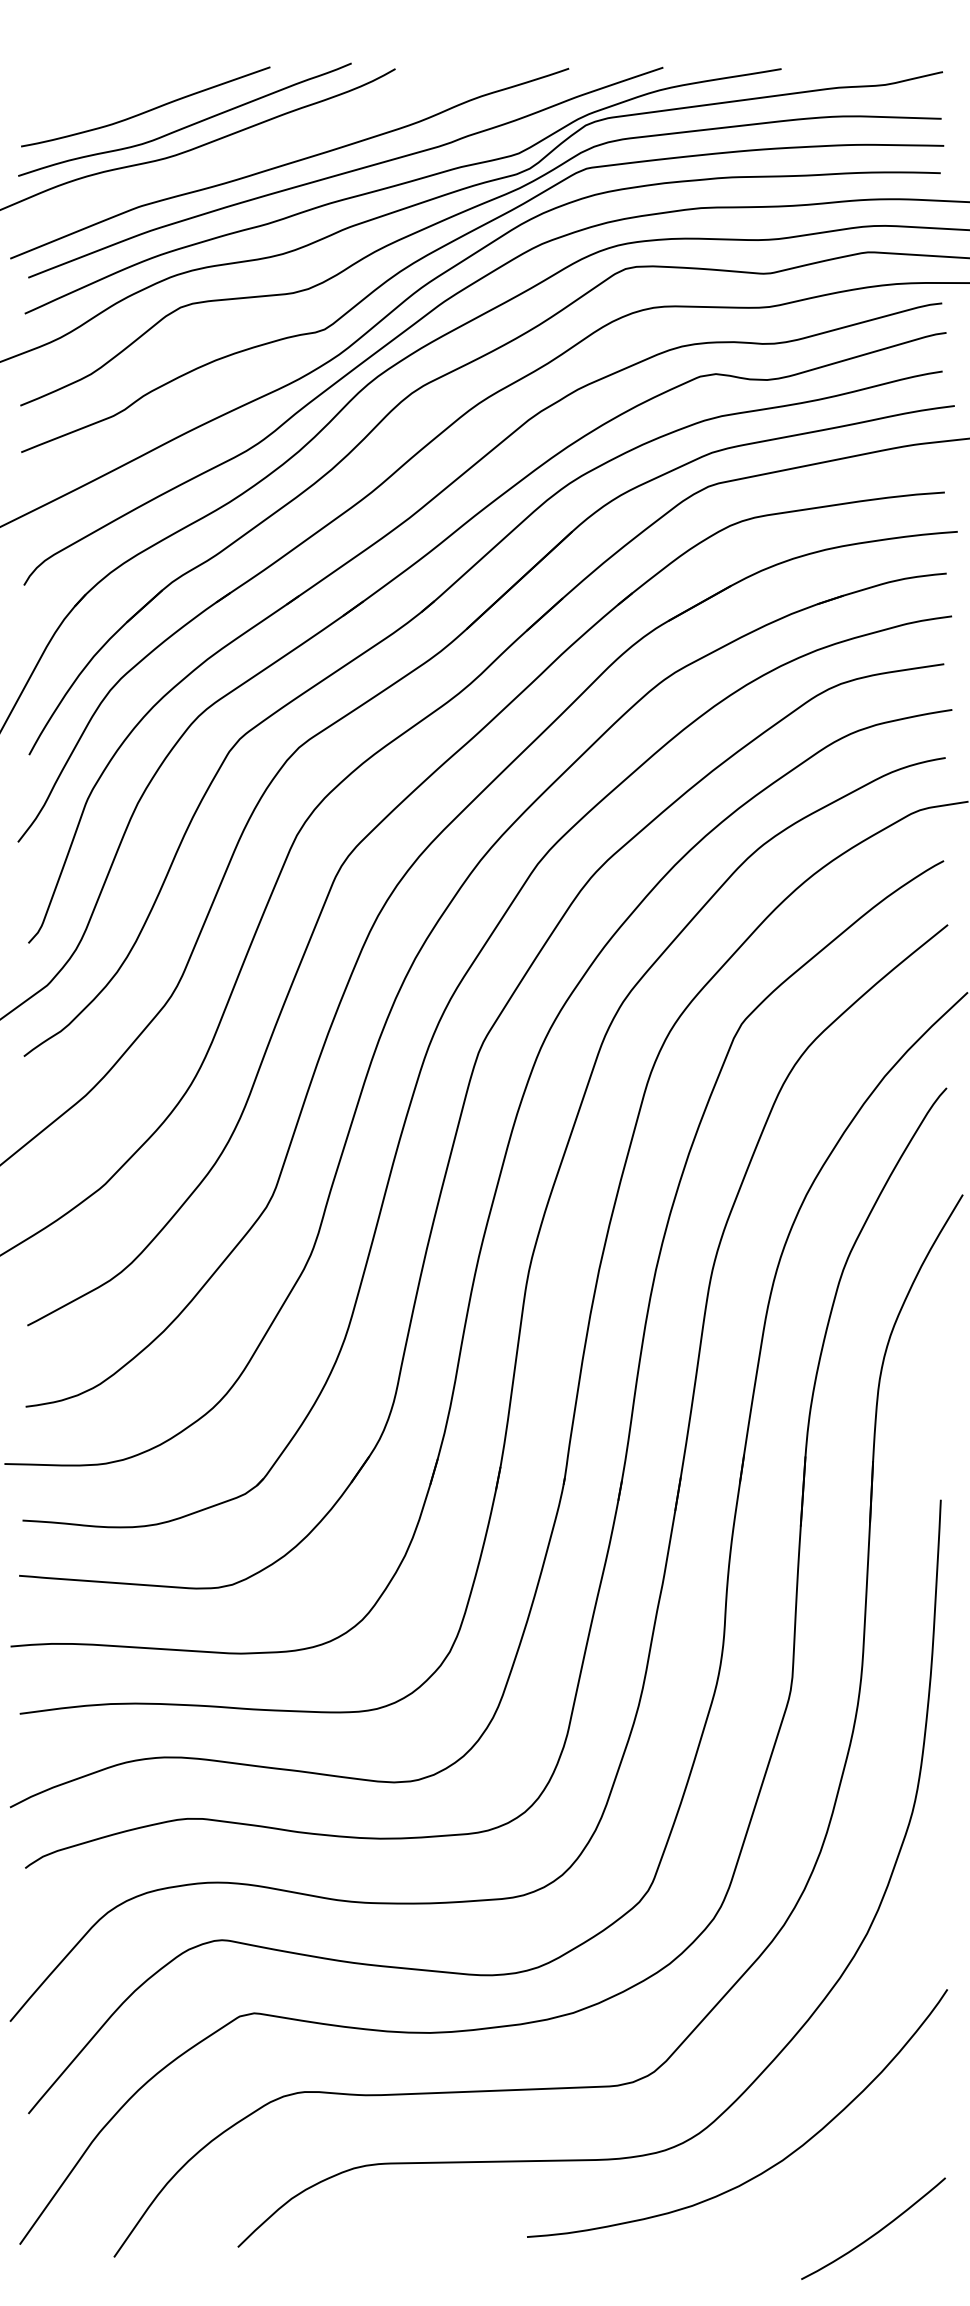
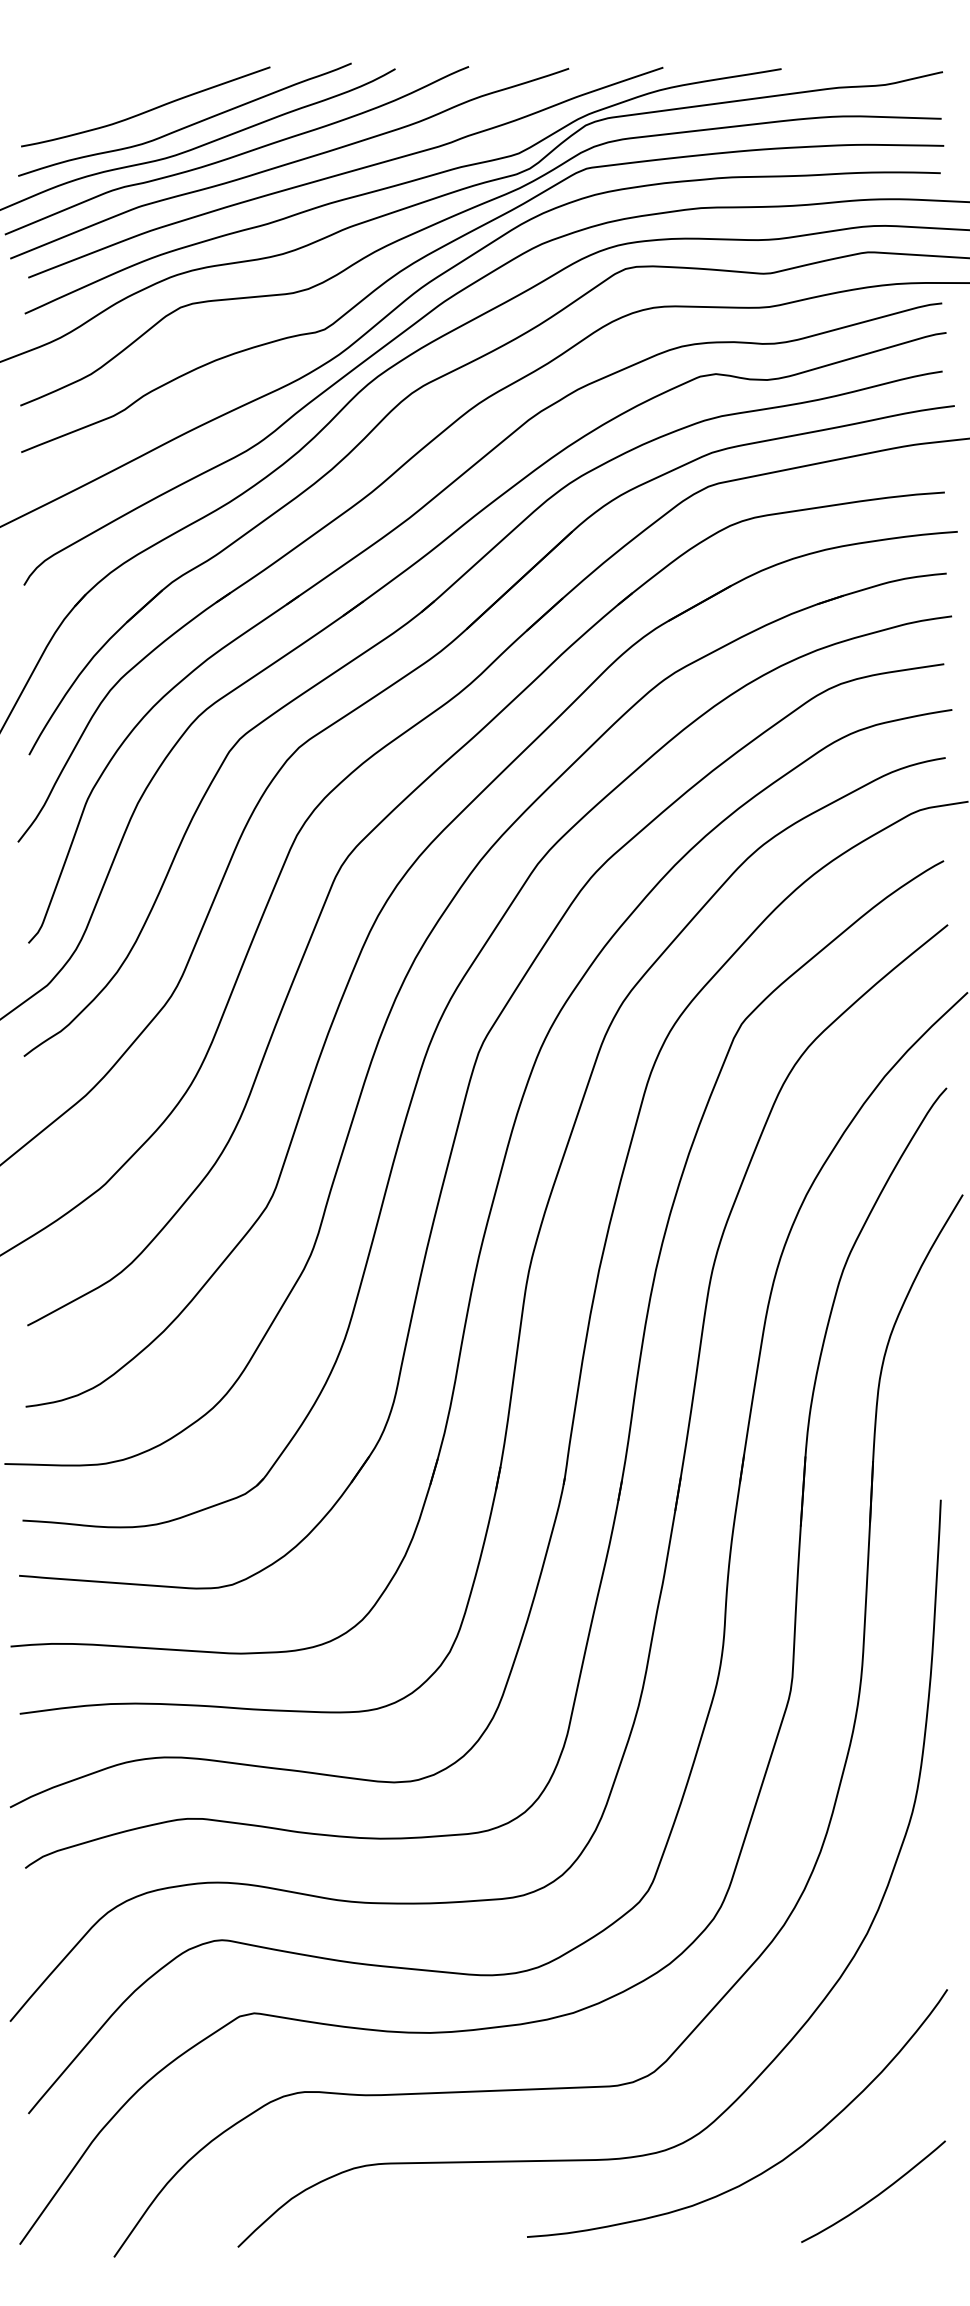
curve at (236, 154): none -> present
curve at (875, 2232) position: (875, 2232) -> (875, 2195)
